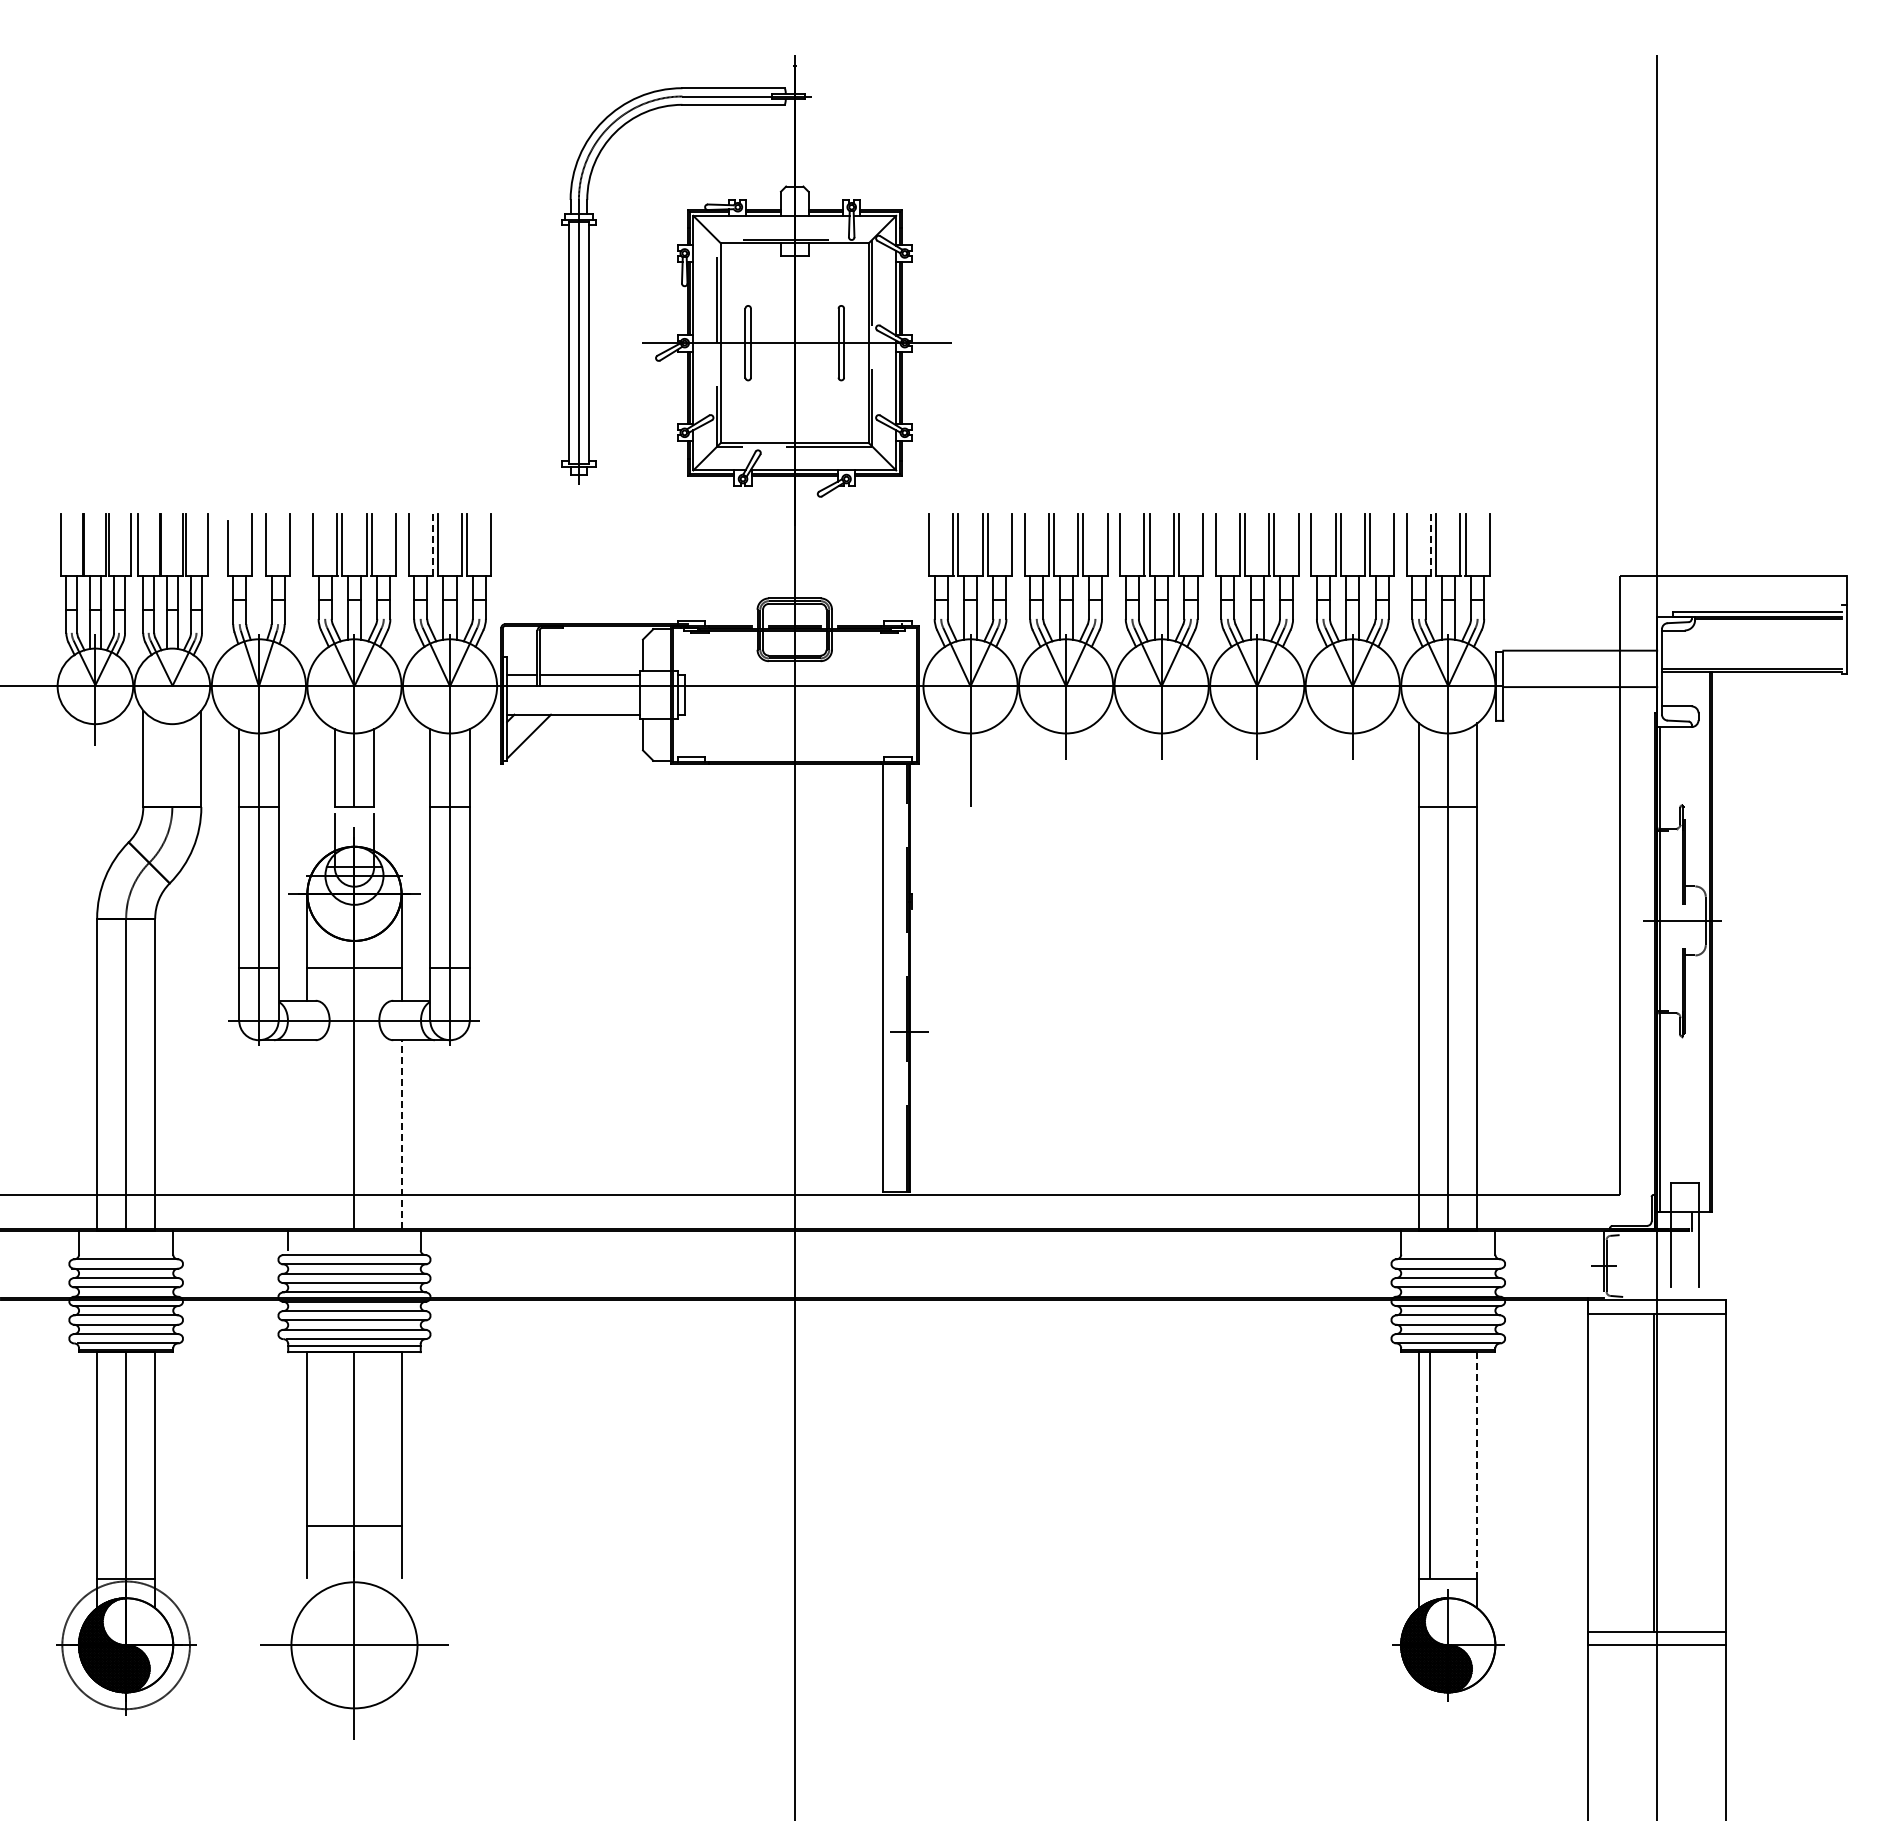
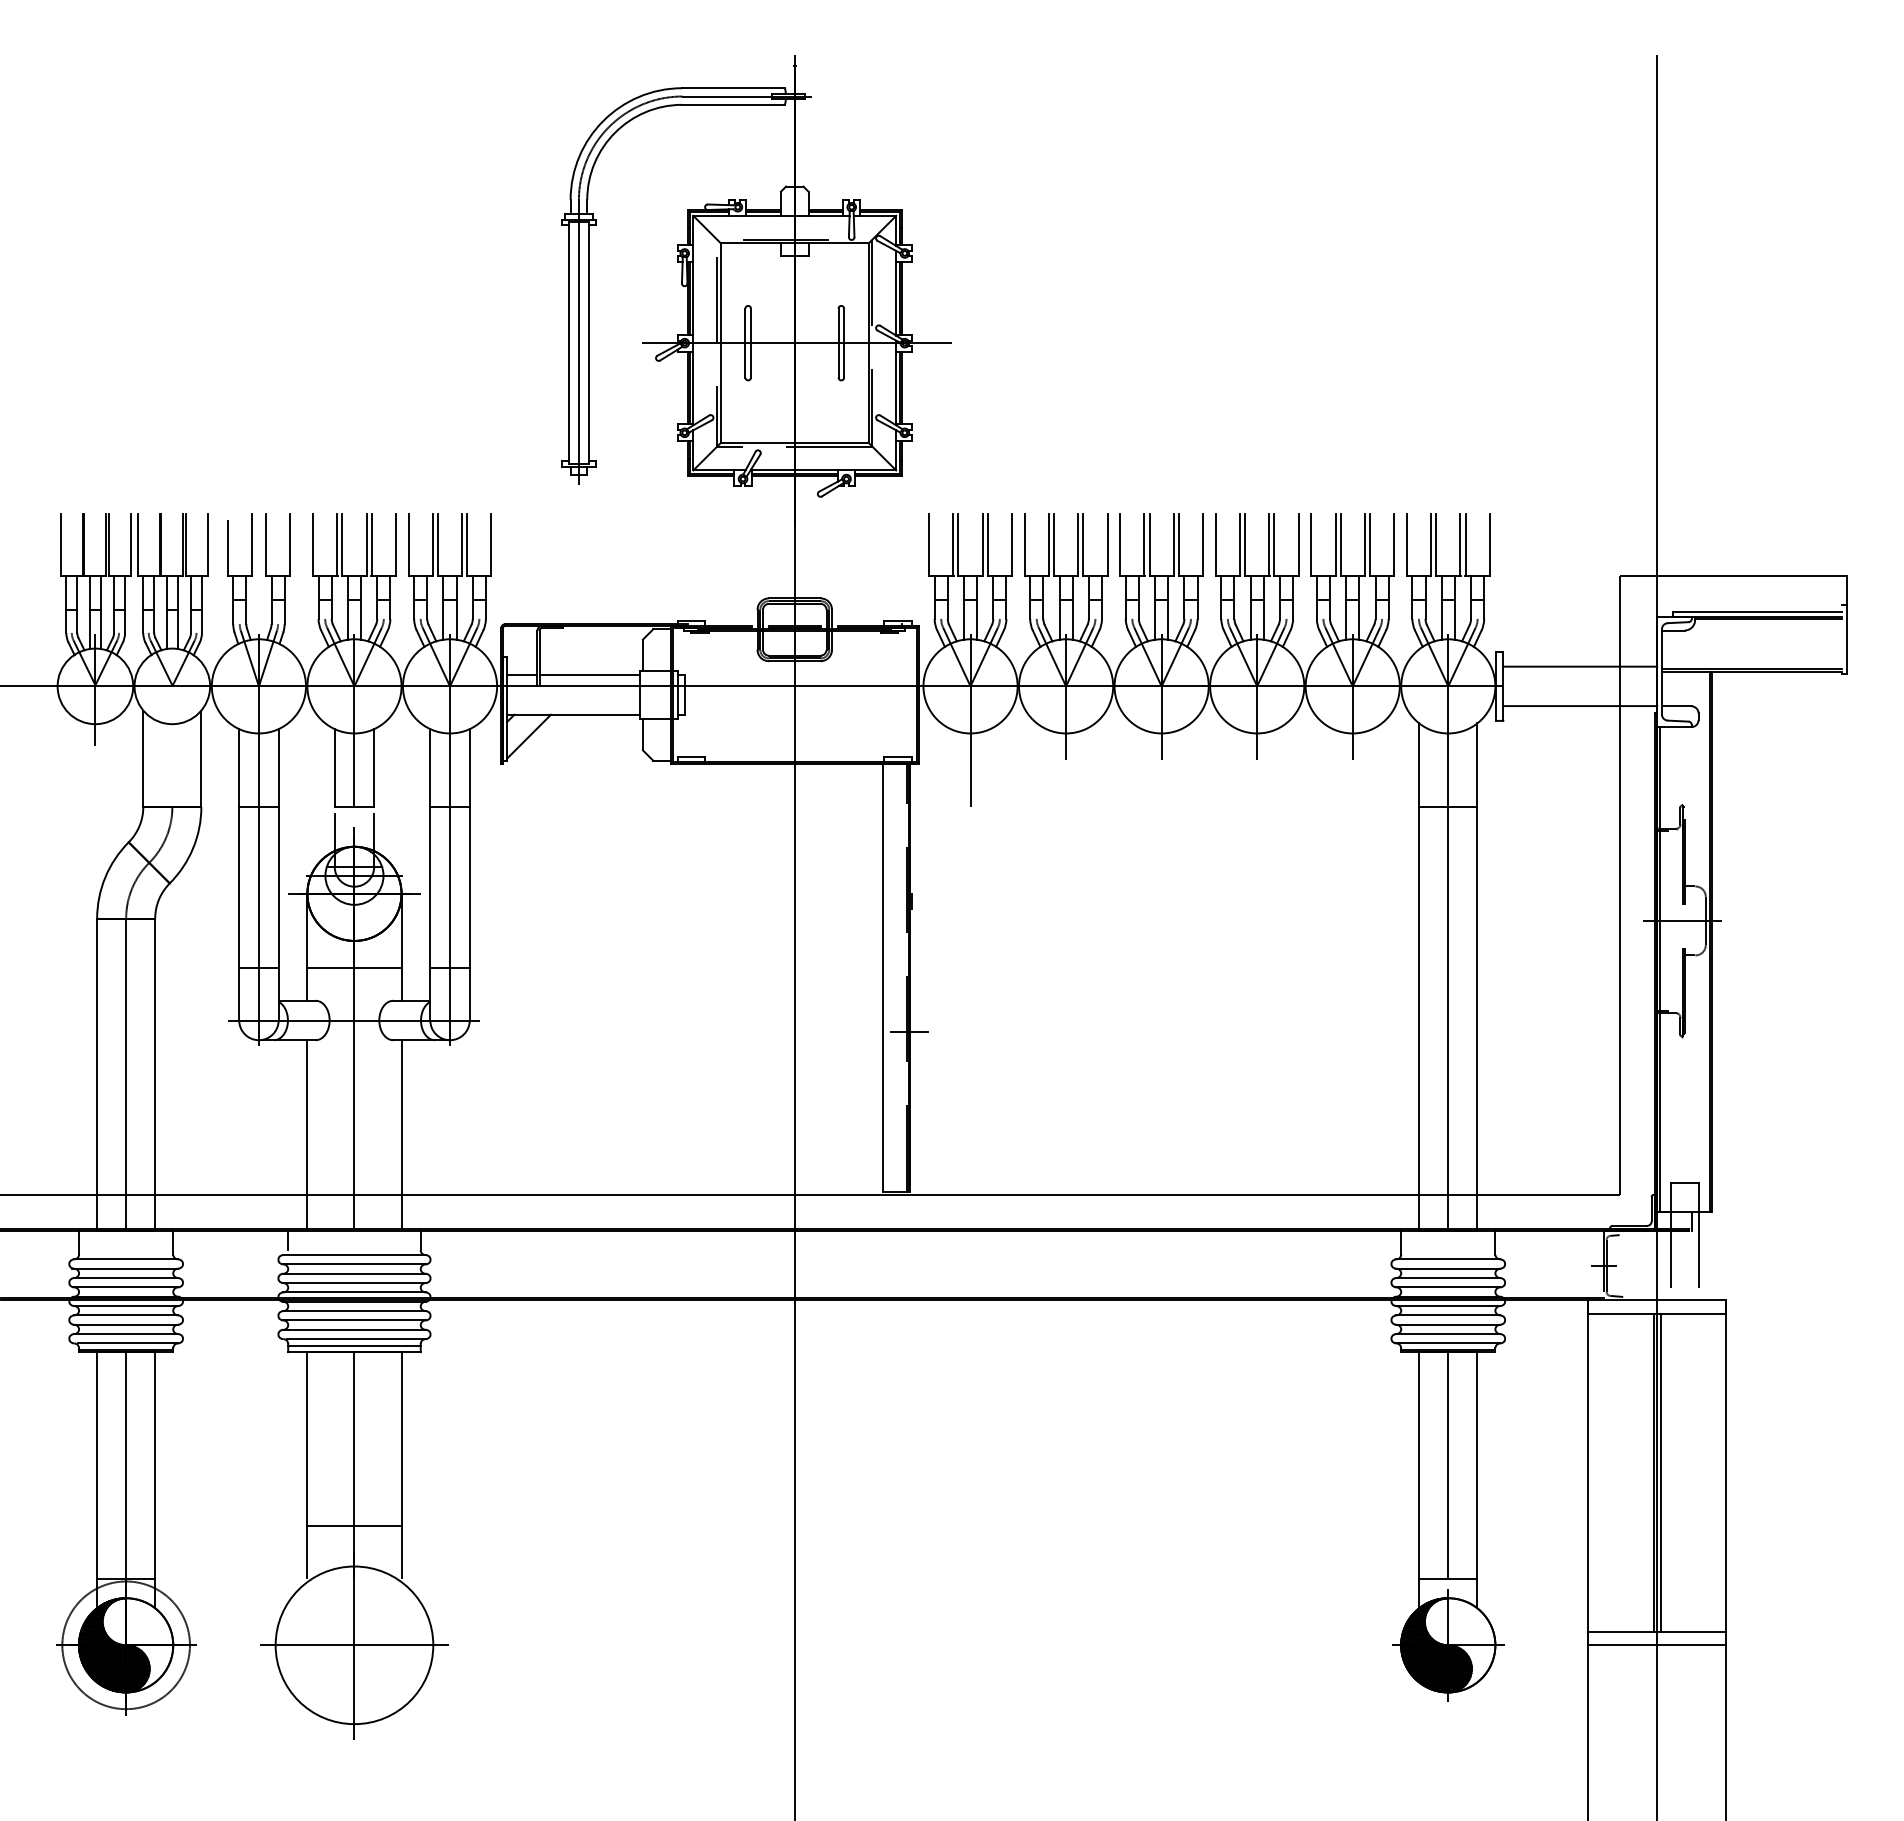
line at (432, 545): dashed -> solid
line at (1431, 545): dashed -> solid
line at (1580, 650) position: (1580, 650) -> (1580, 666)
line at (1580, 687) position: (1580, 687) -> (1580, 706)
line at (307, 1134): none -> present
line at (401, 1134): dashed -> solid
line at (1477, 1464): dashed -> solid
line at (1430, 1465) position: (1430, 1465) -> (1448, 1465)
line at (1660, 1472): none -> present
circle at (354, 1645) diameter: 126 px -> 158 px
